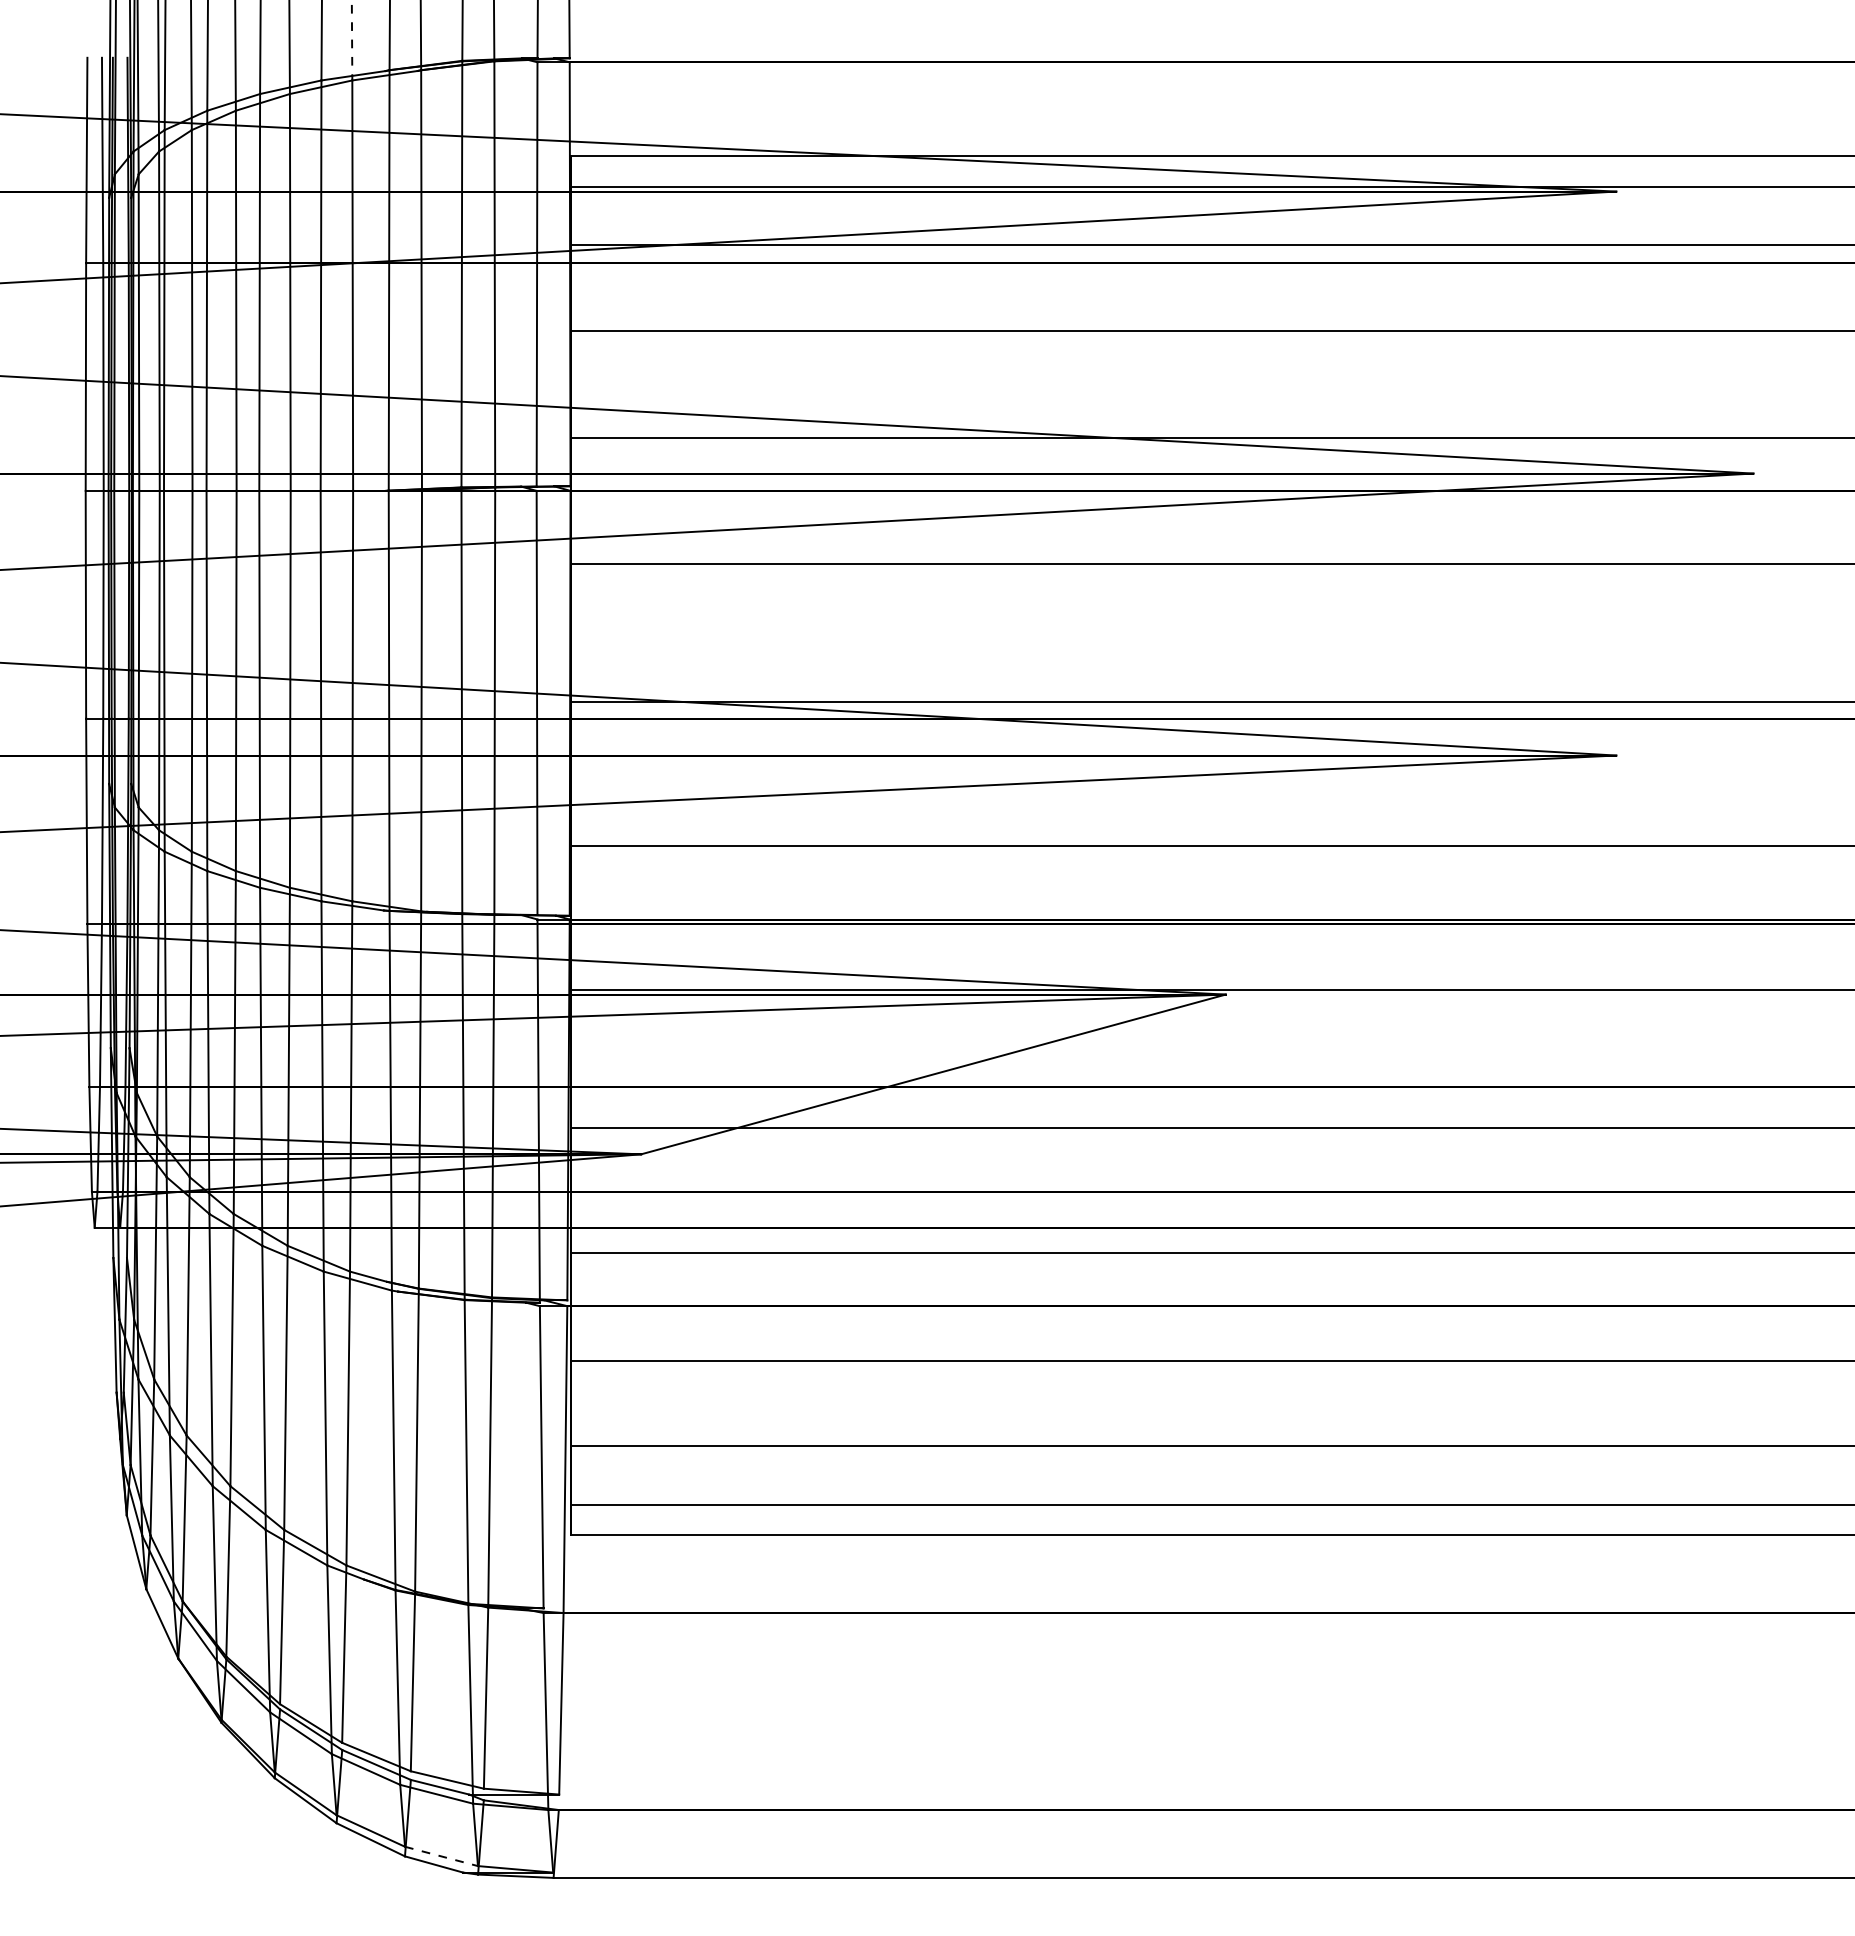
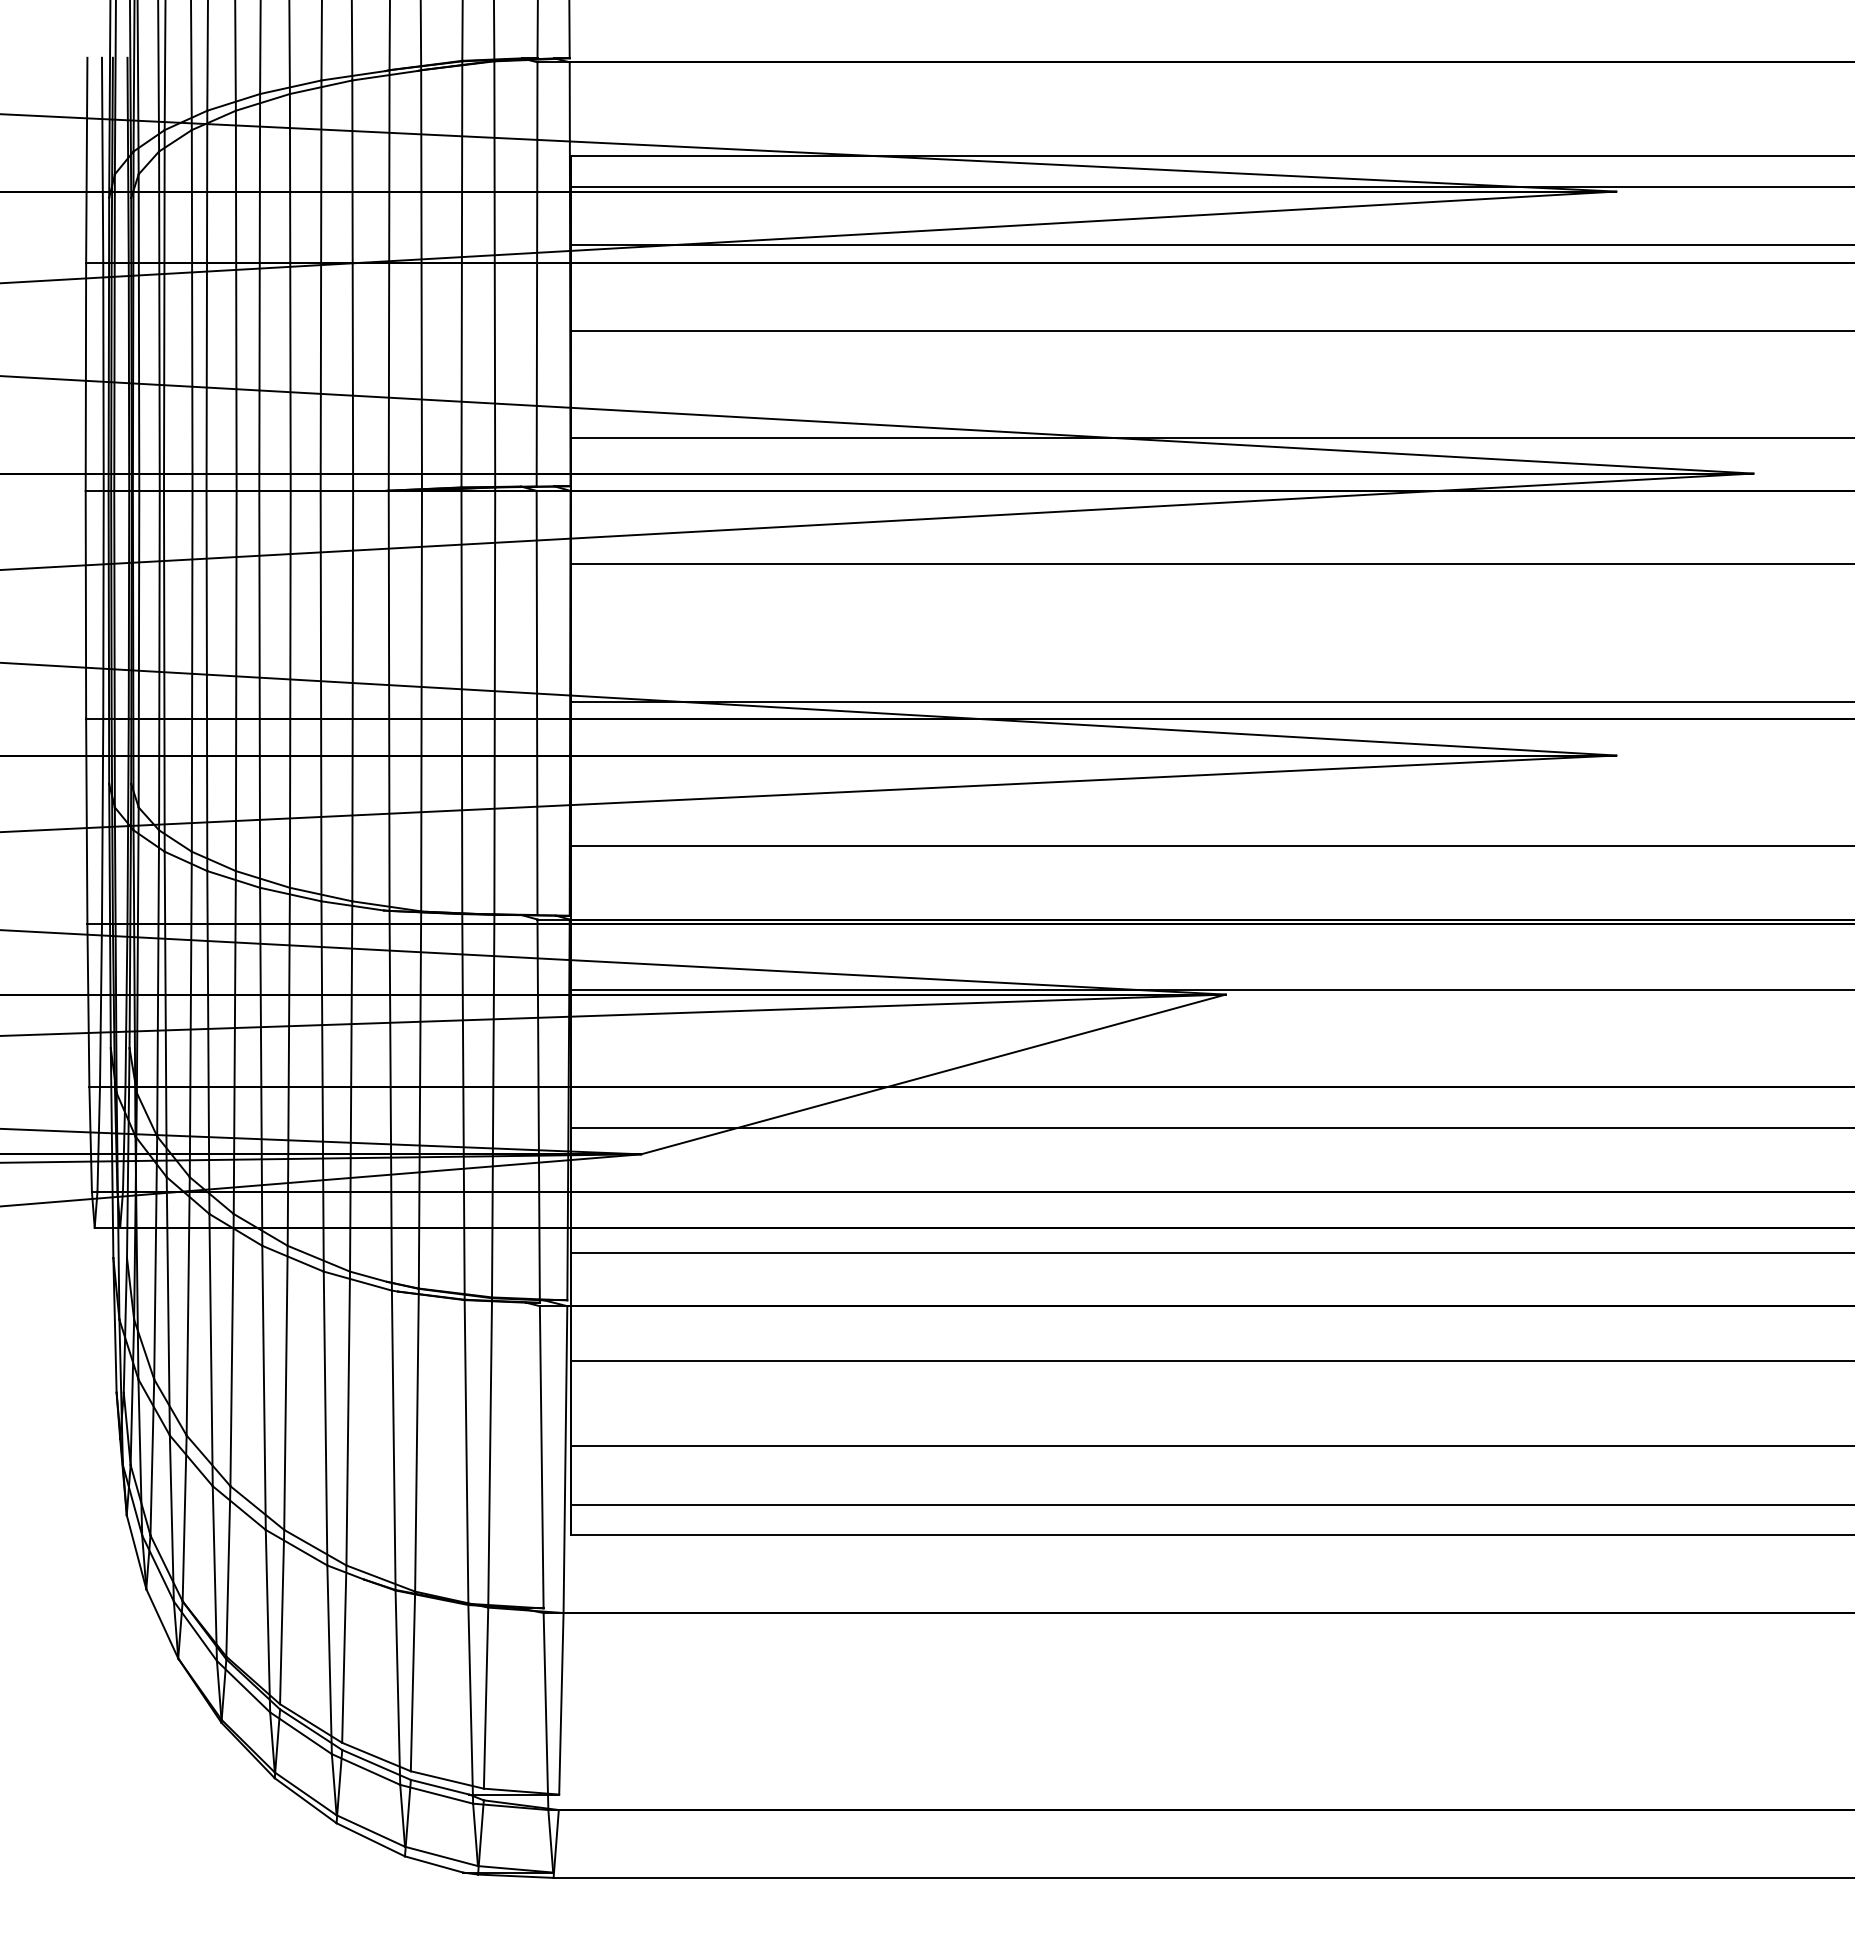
line at (352, 40): dashed -> solid
line at (441, 1856): dashed -> solid
